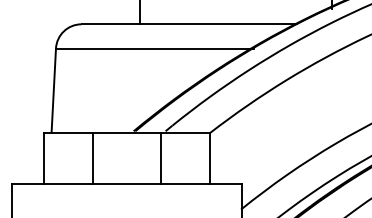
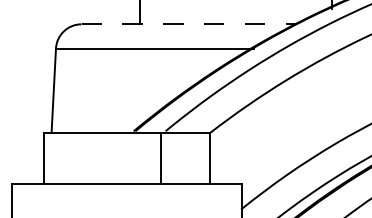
line at (189, 24): solid -> dashed
line at (92, 157): present -> none
